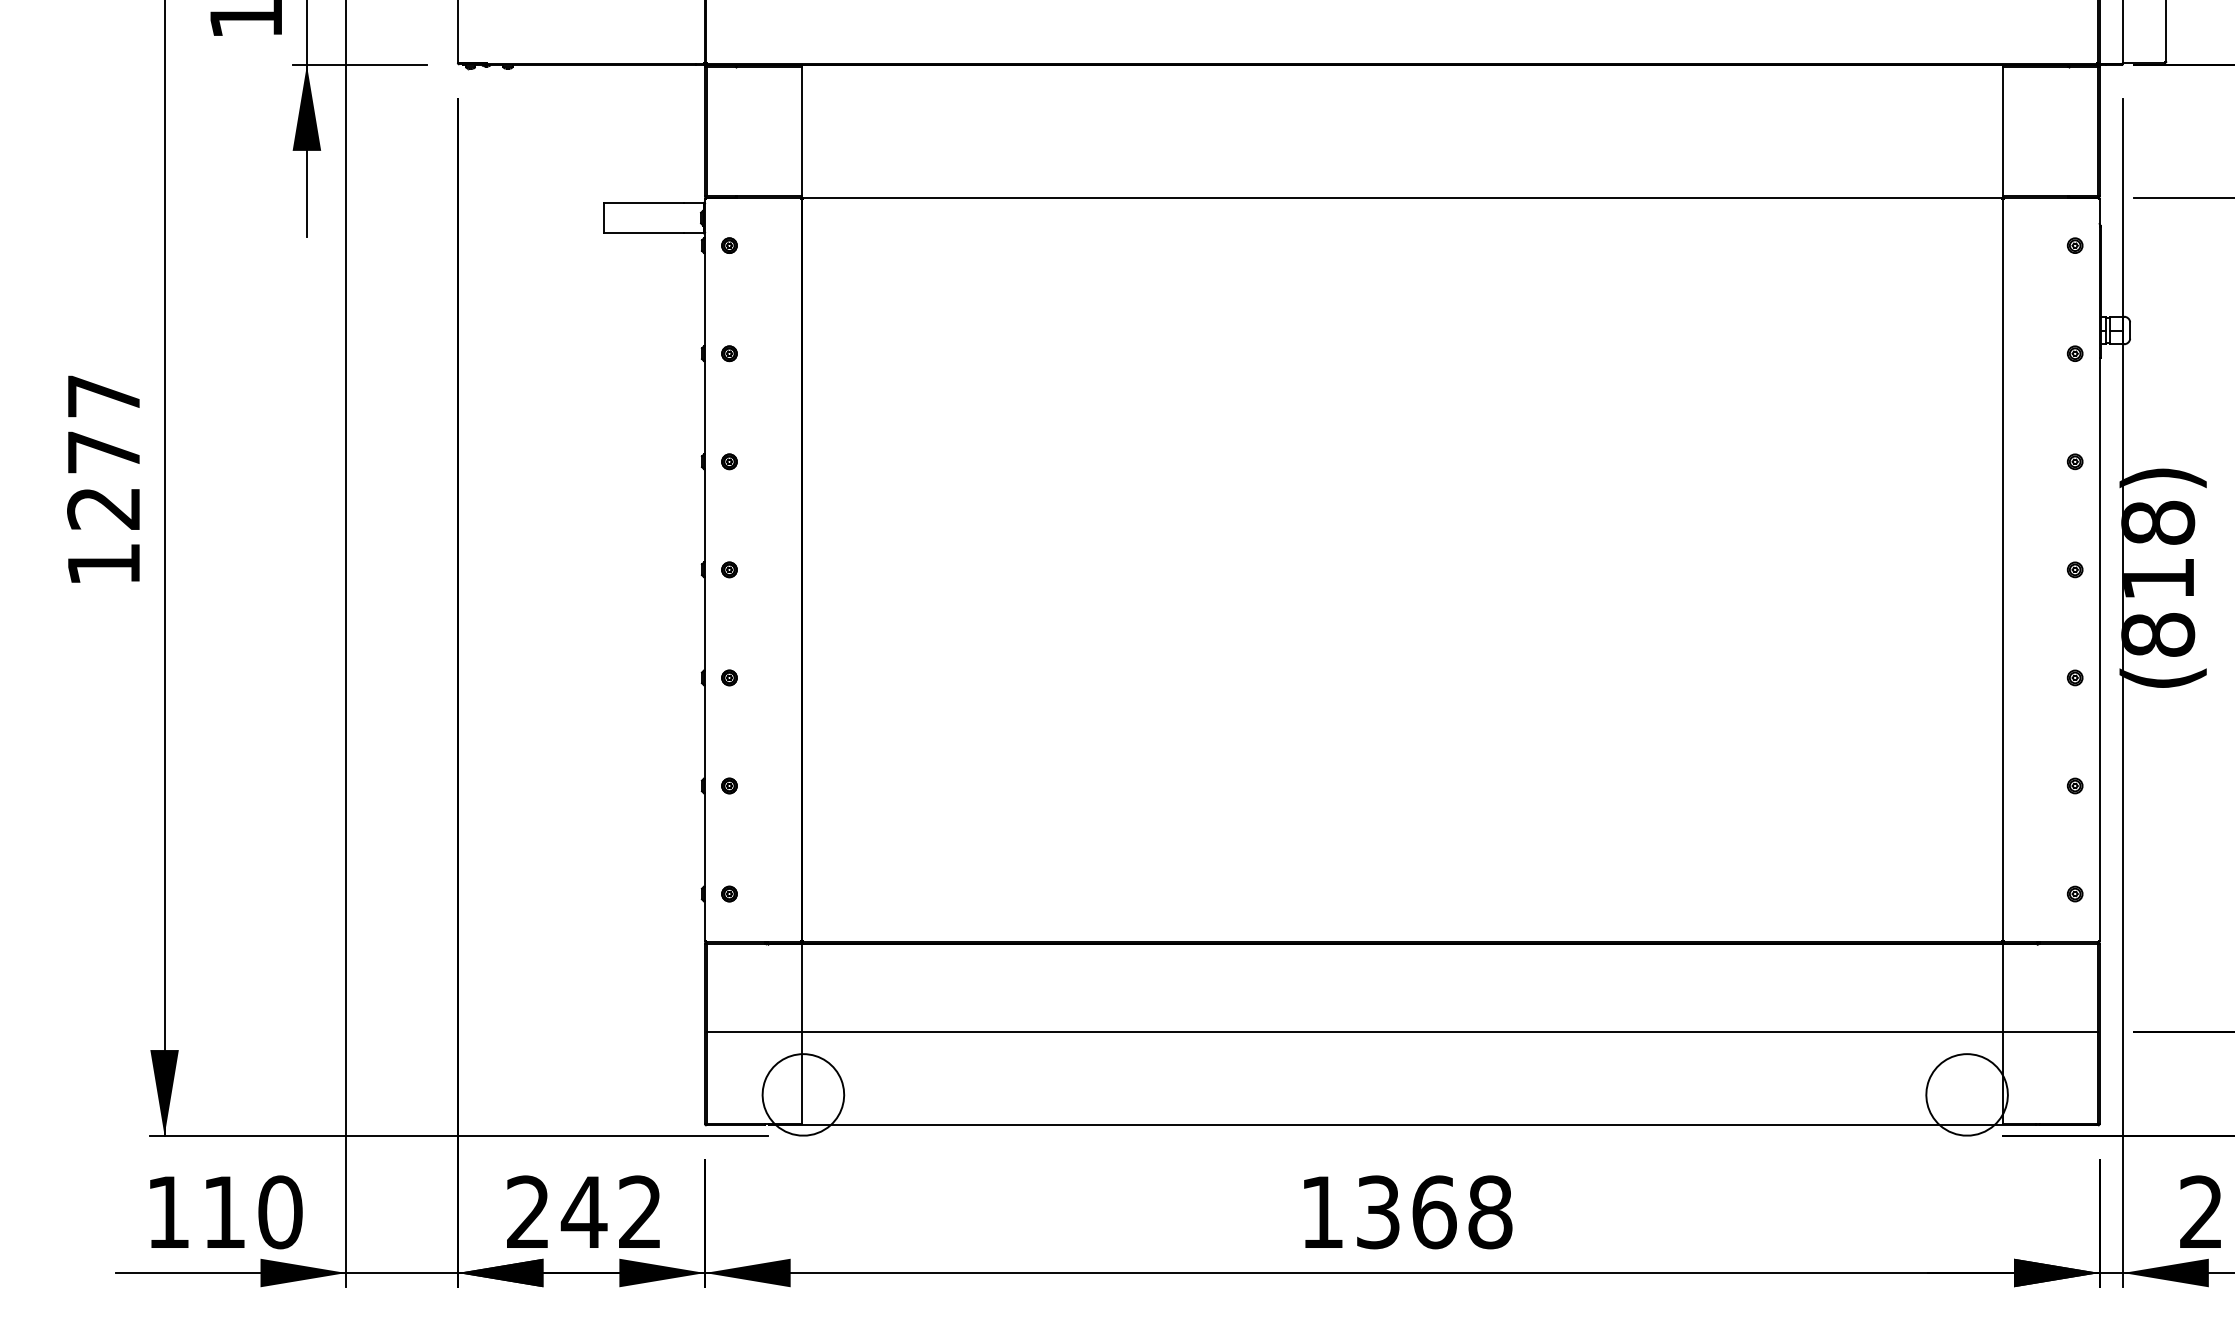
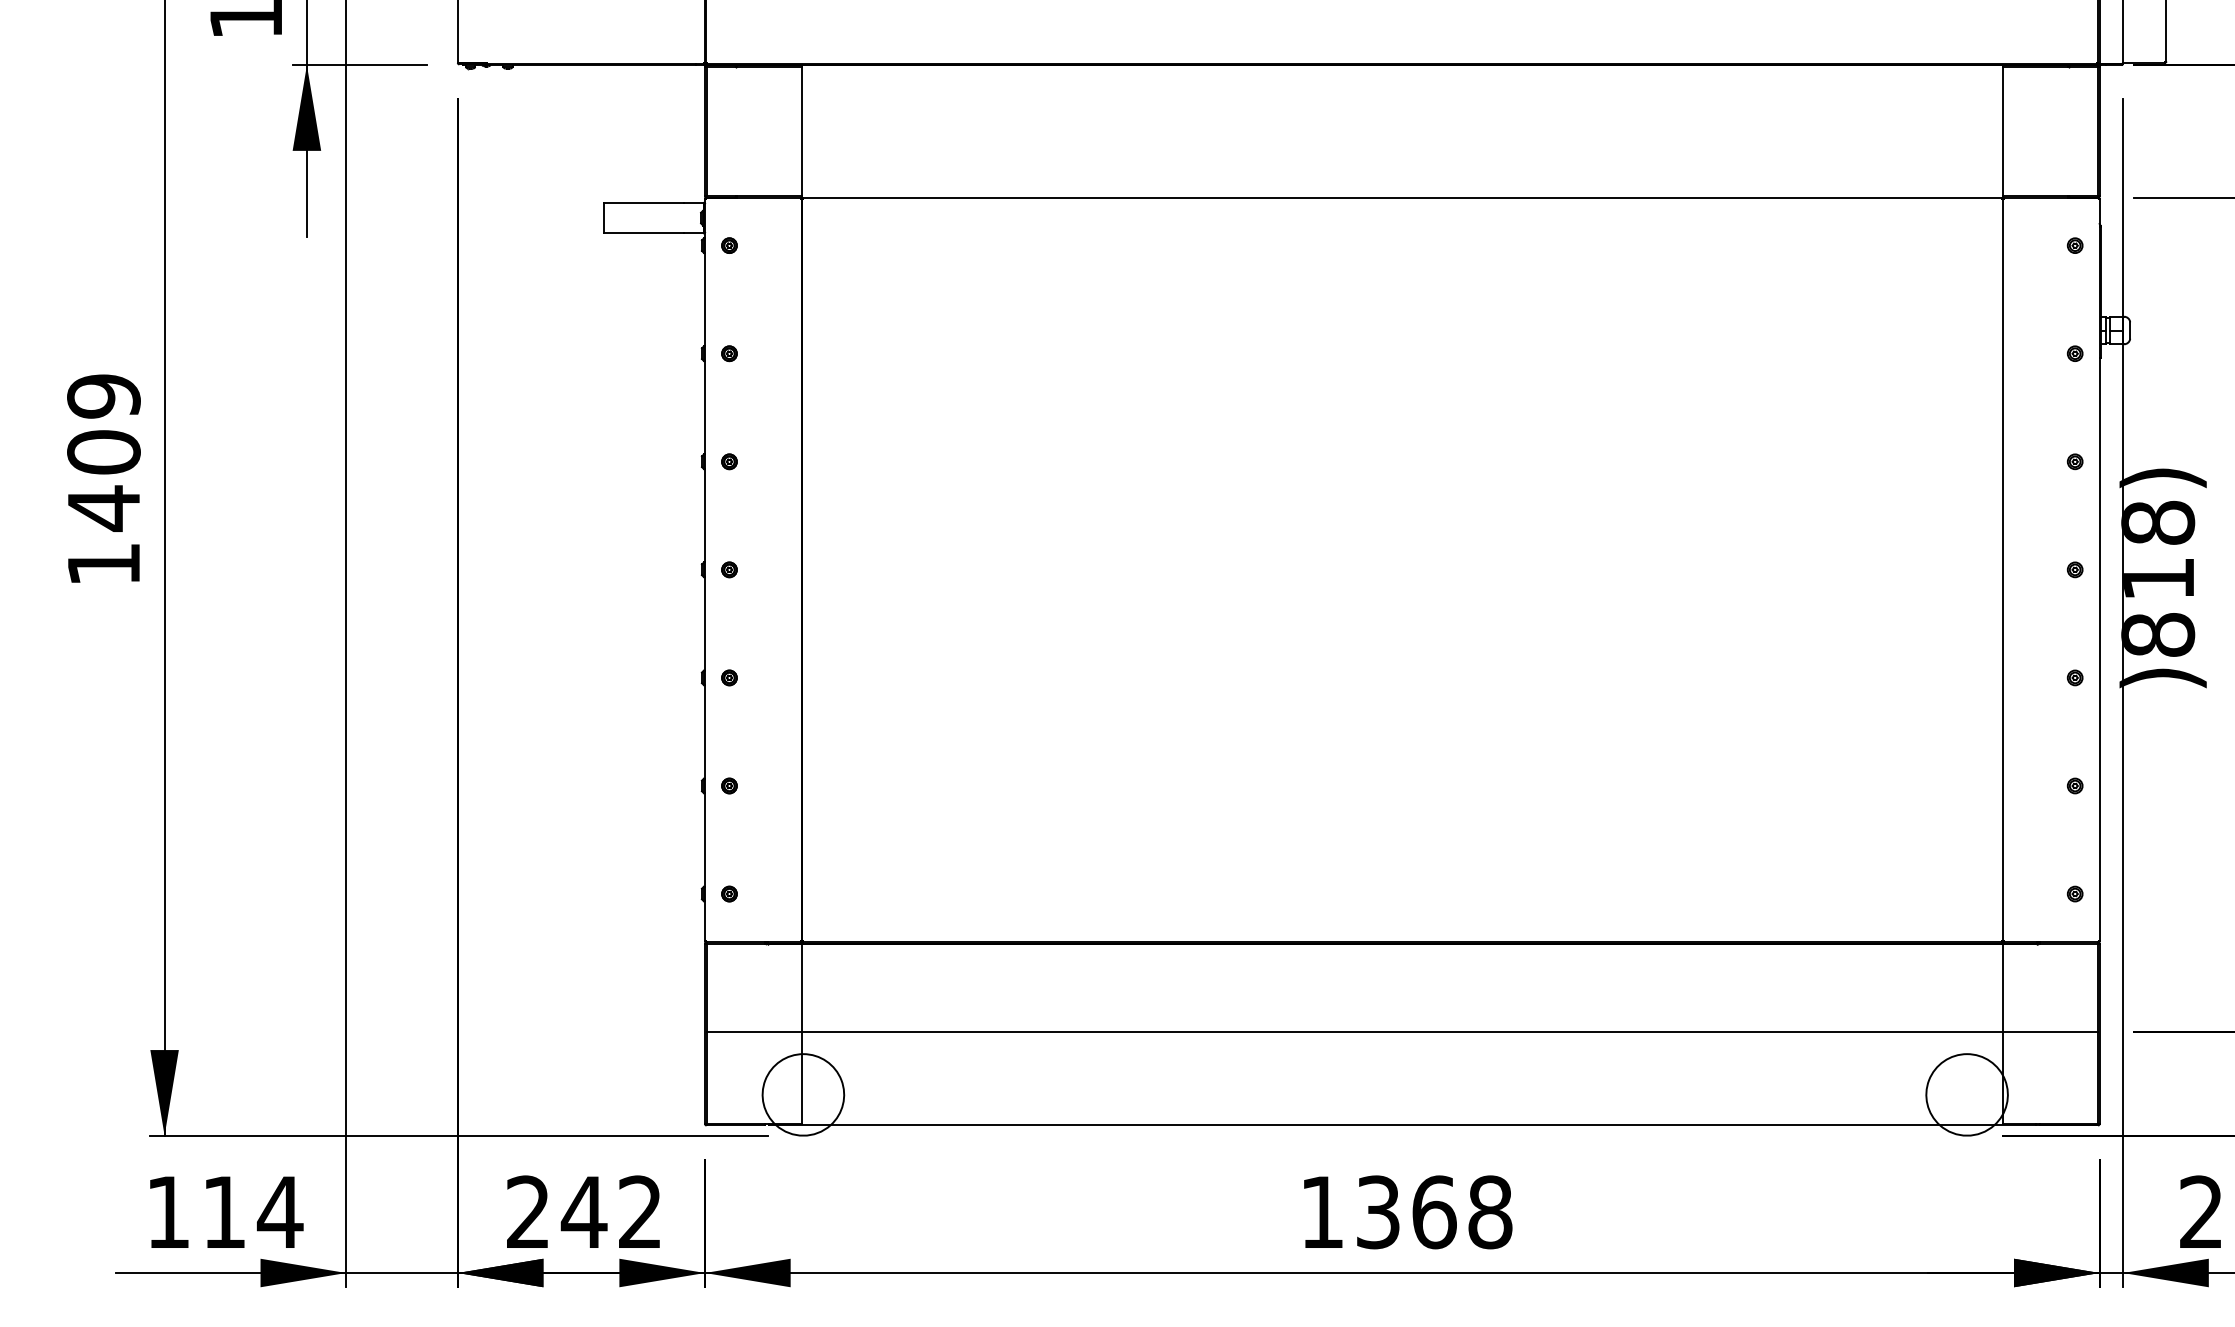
text at (103, 452): 1277 -> 1409
text at (2162, 678): ( -> )
text at (279, 1212): 110 -> 114
